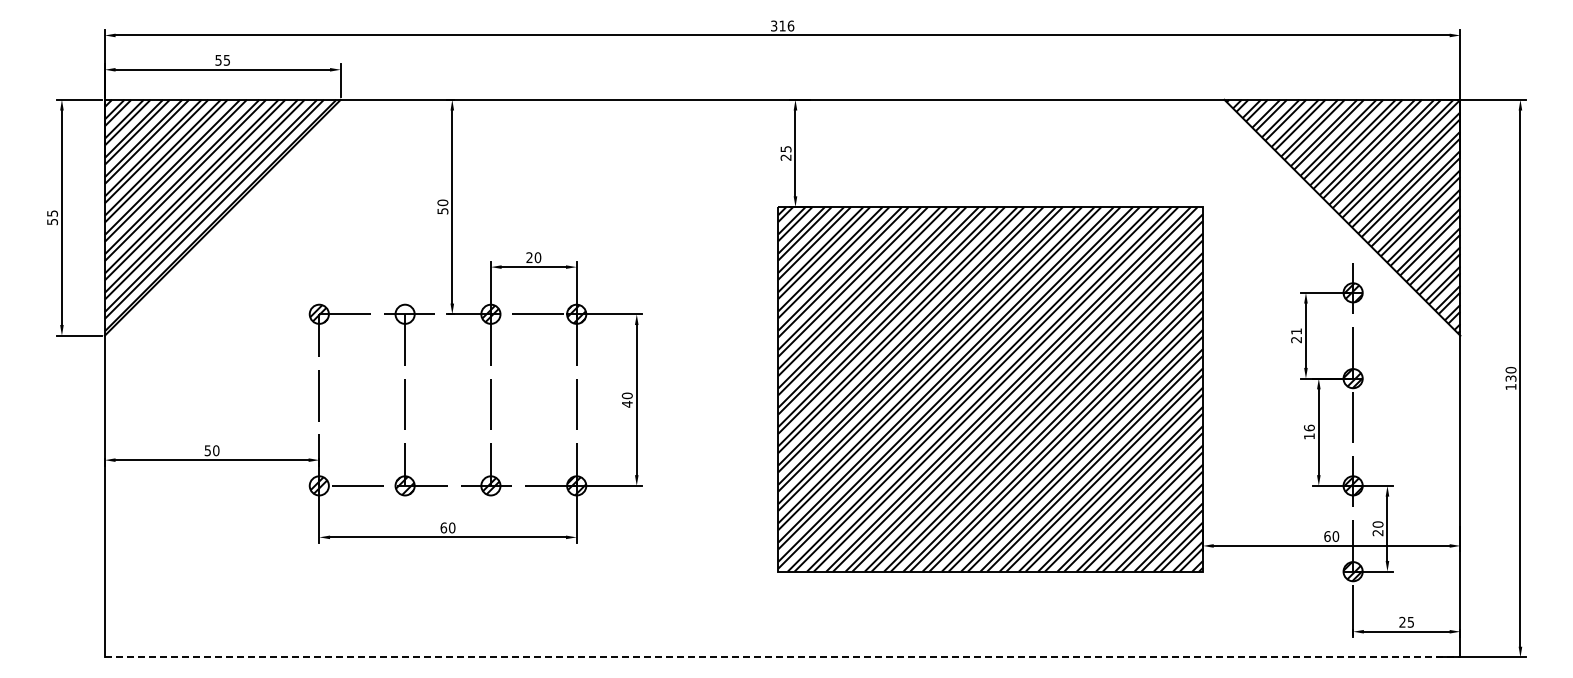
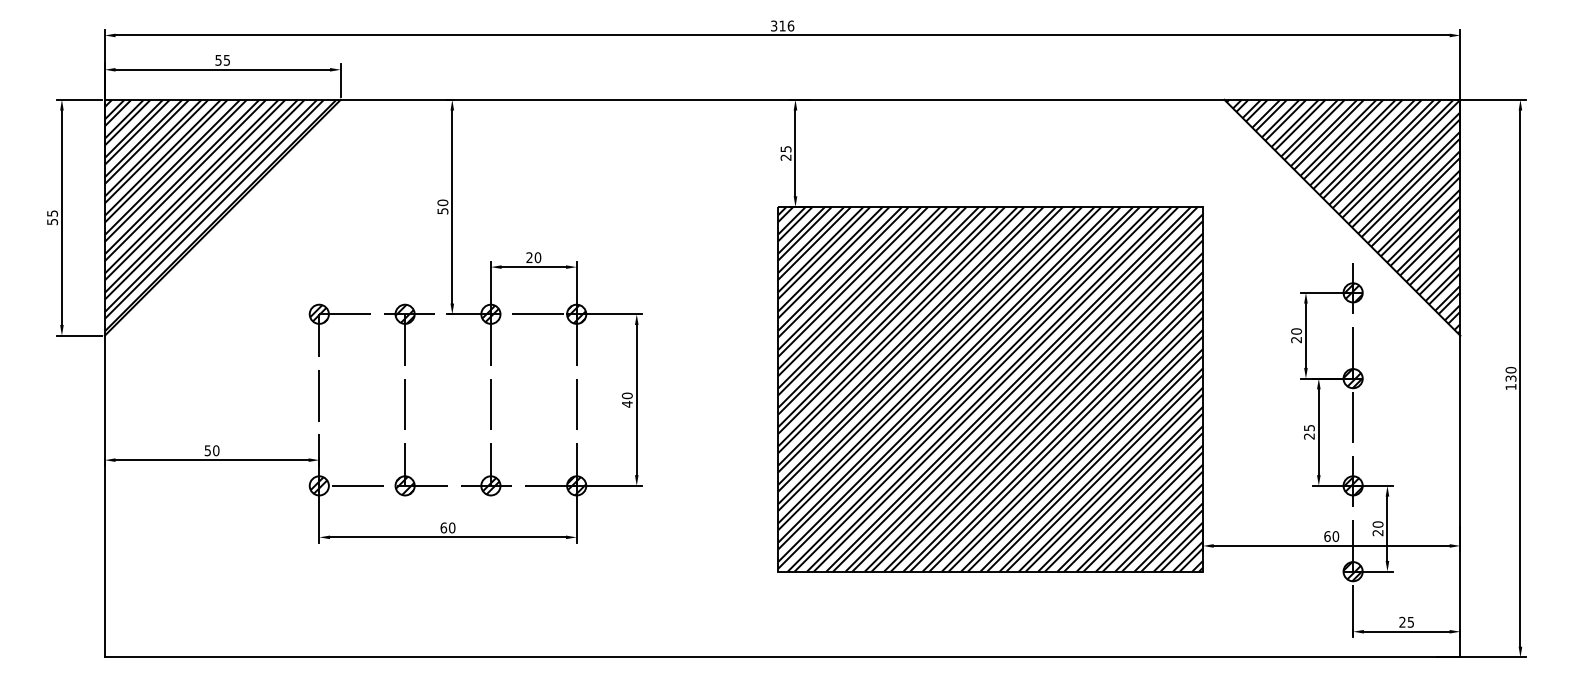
hatch at (404, 313): none -> present
text at (1296, 331): 21 -> 20
text at (1309, 431): 16 -> 25
line at (782, 657): dashed -> solid
